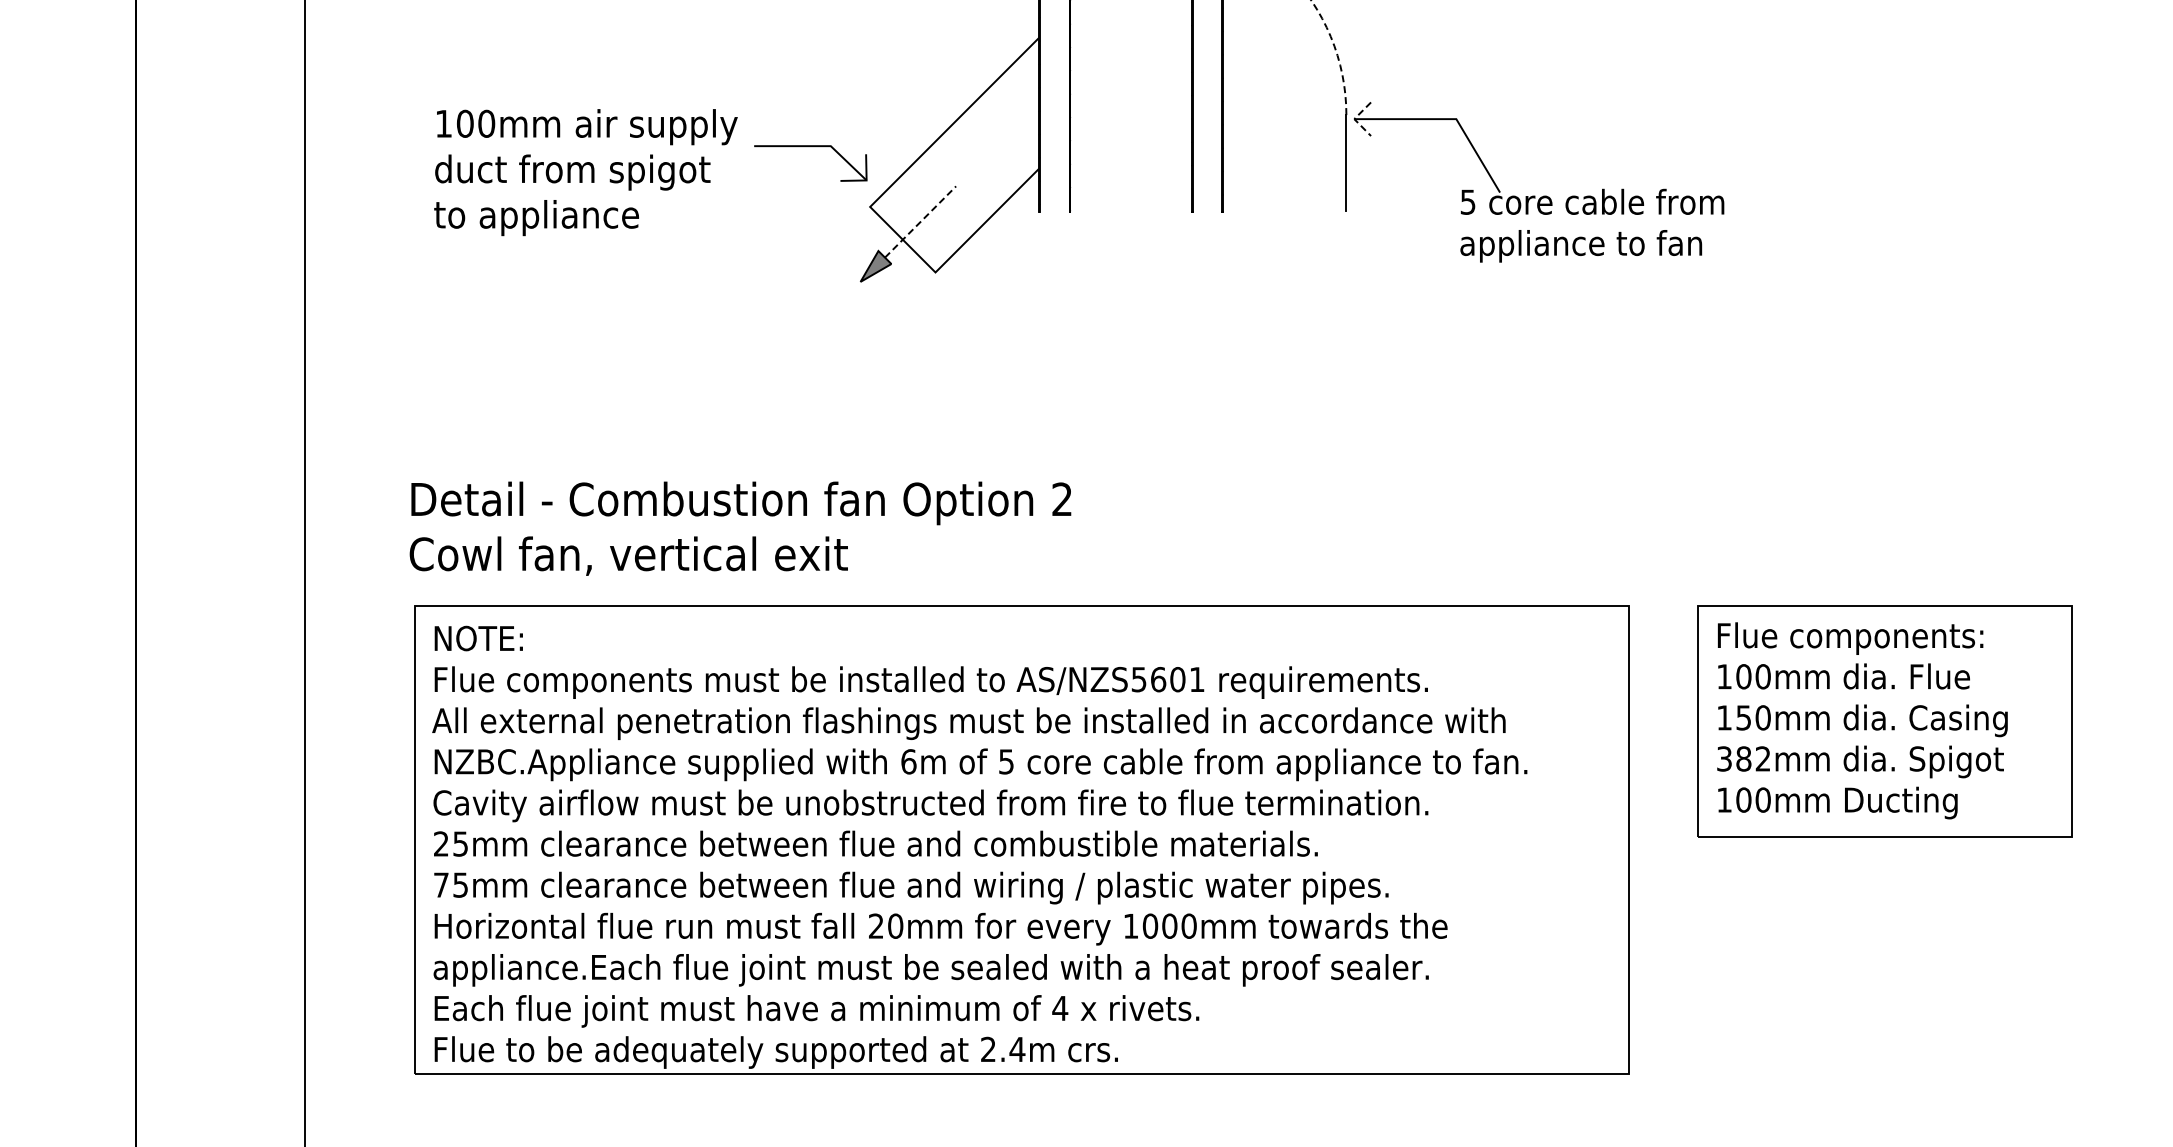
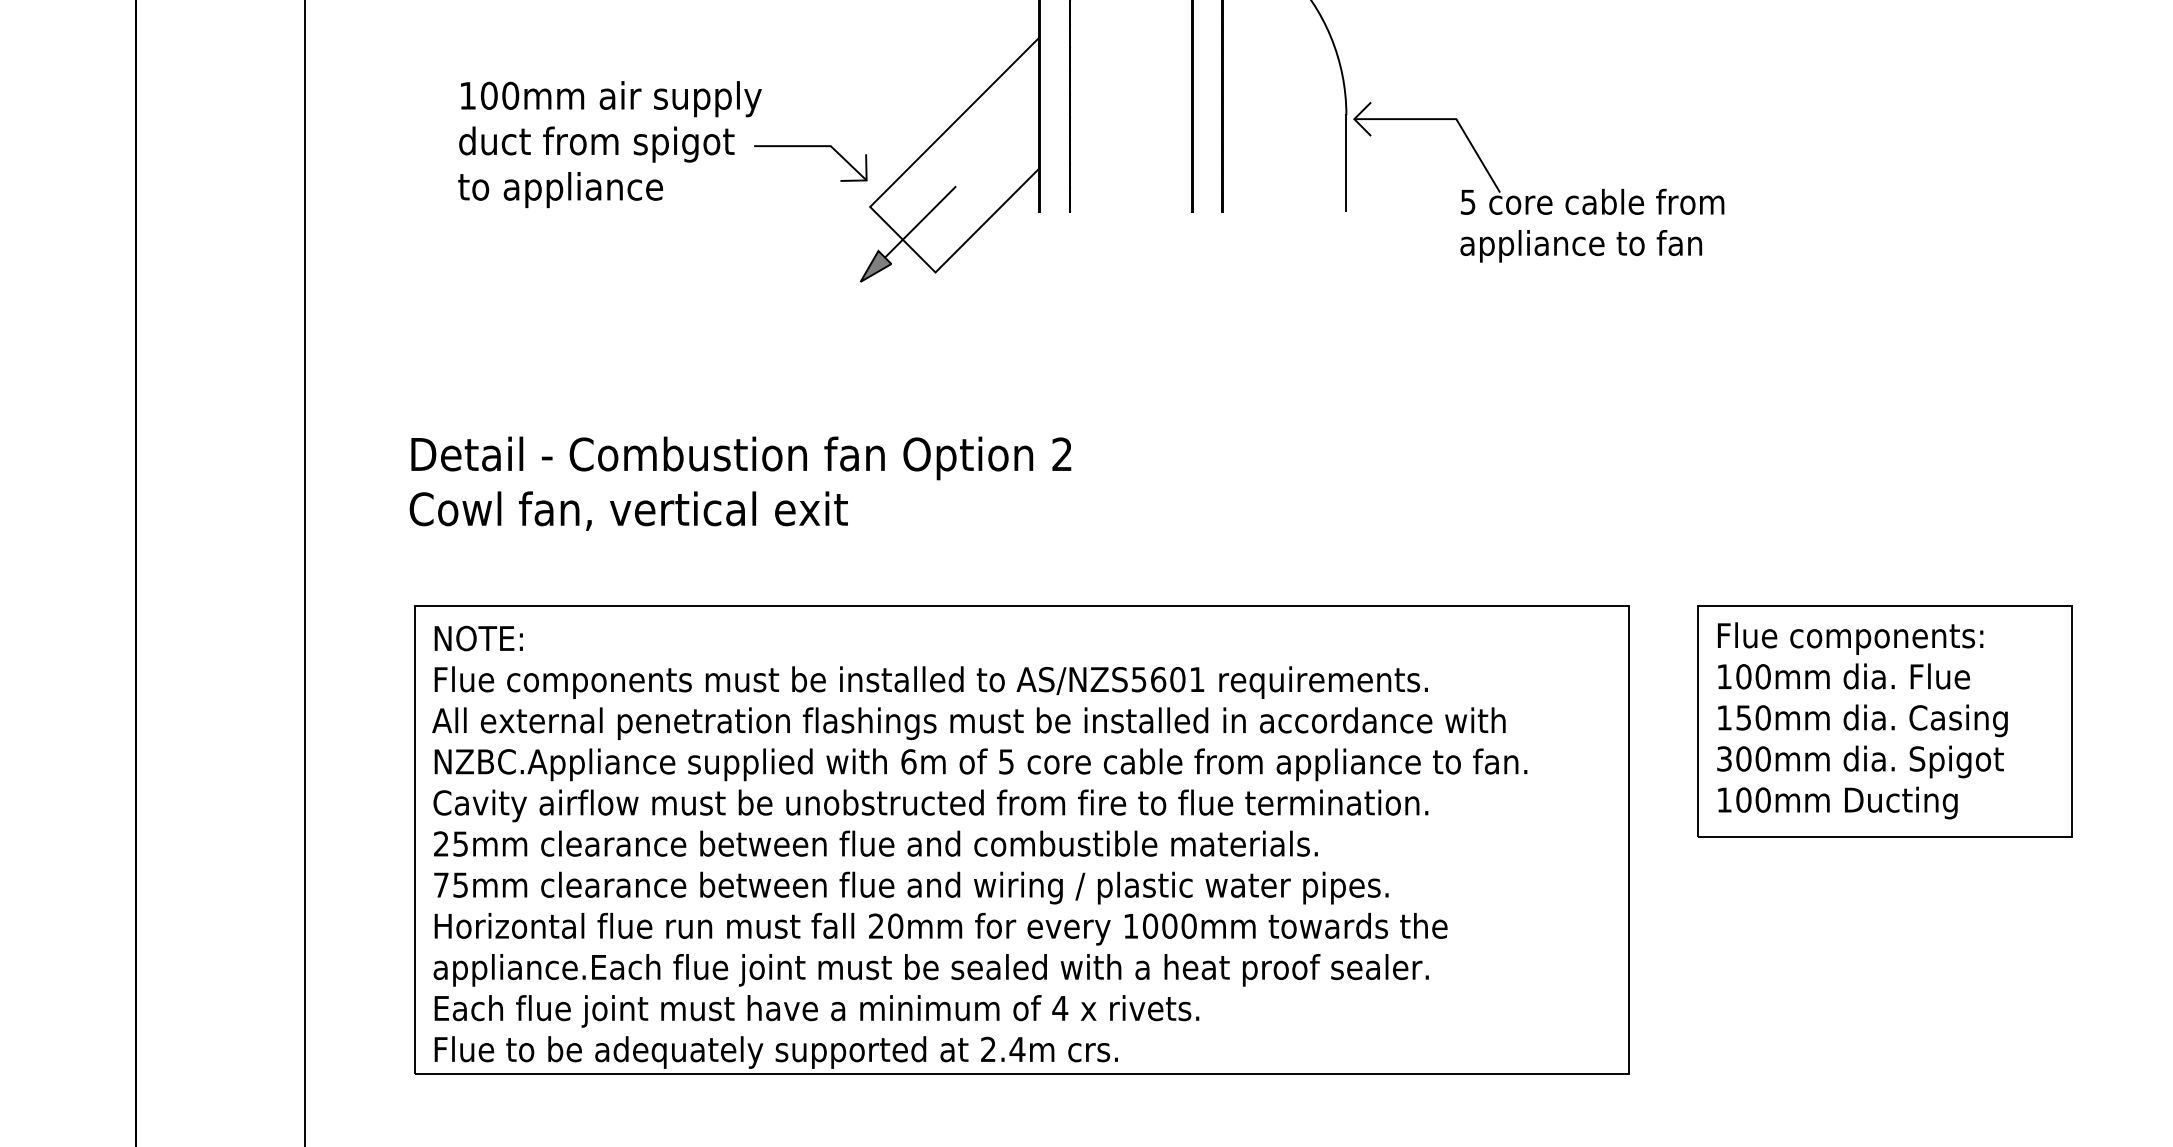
arc at (1337, 55): dashed -> solid
line at (1354, 119): dashed -> solid
text at (585, 172) position: (585, 172) -> (609, 144)
line at (920, 221): dashed -> solid
text at (740, 528) position: (740, 528) -> (740, 483)
text at (1753, 758): 382mm -> 300mm
